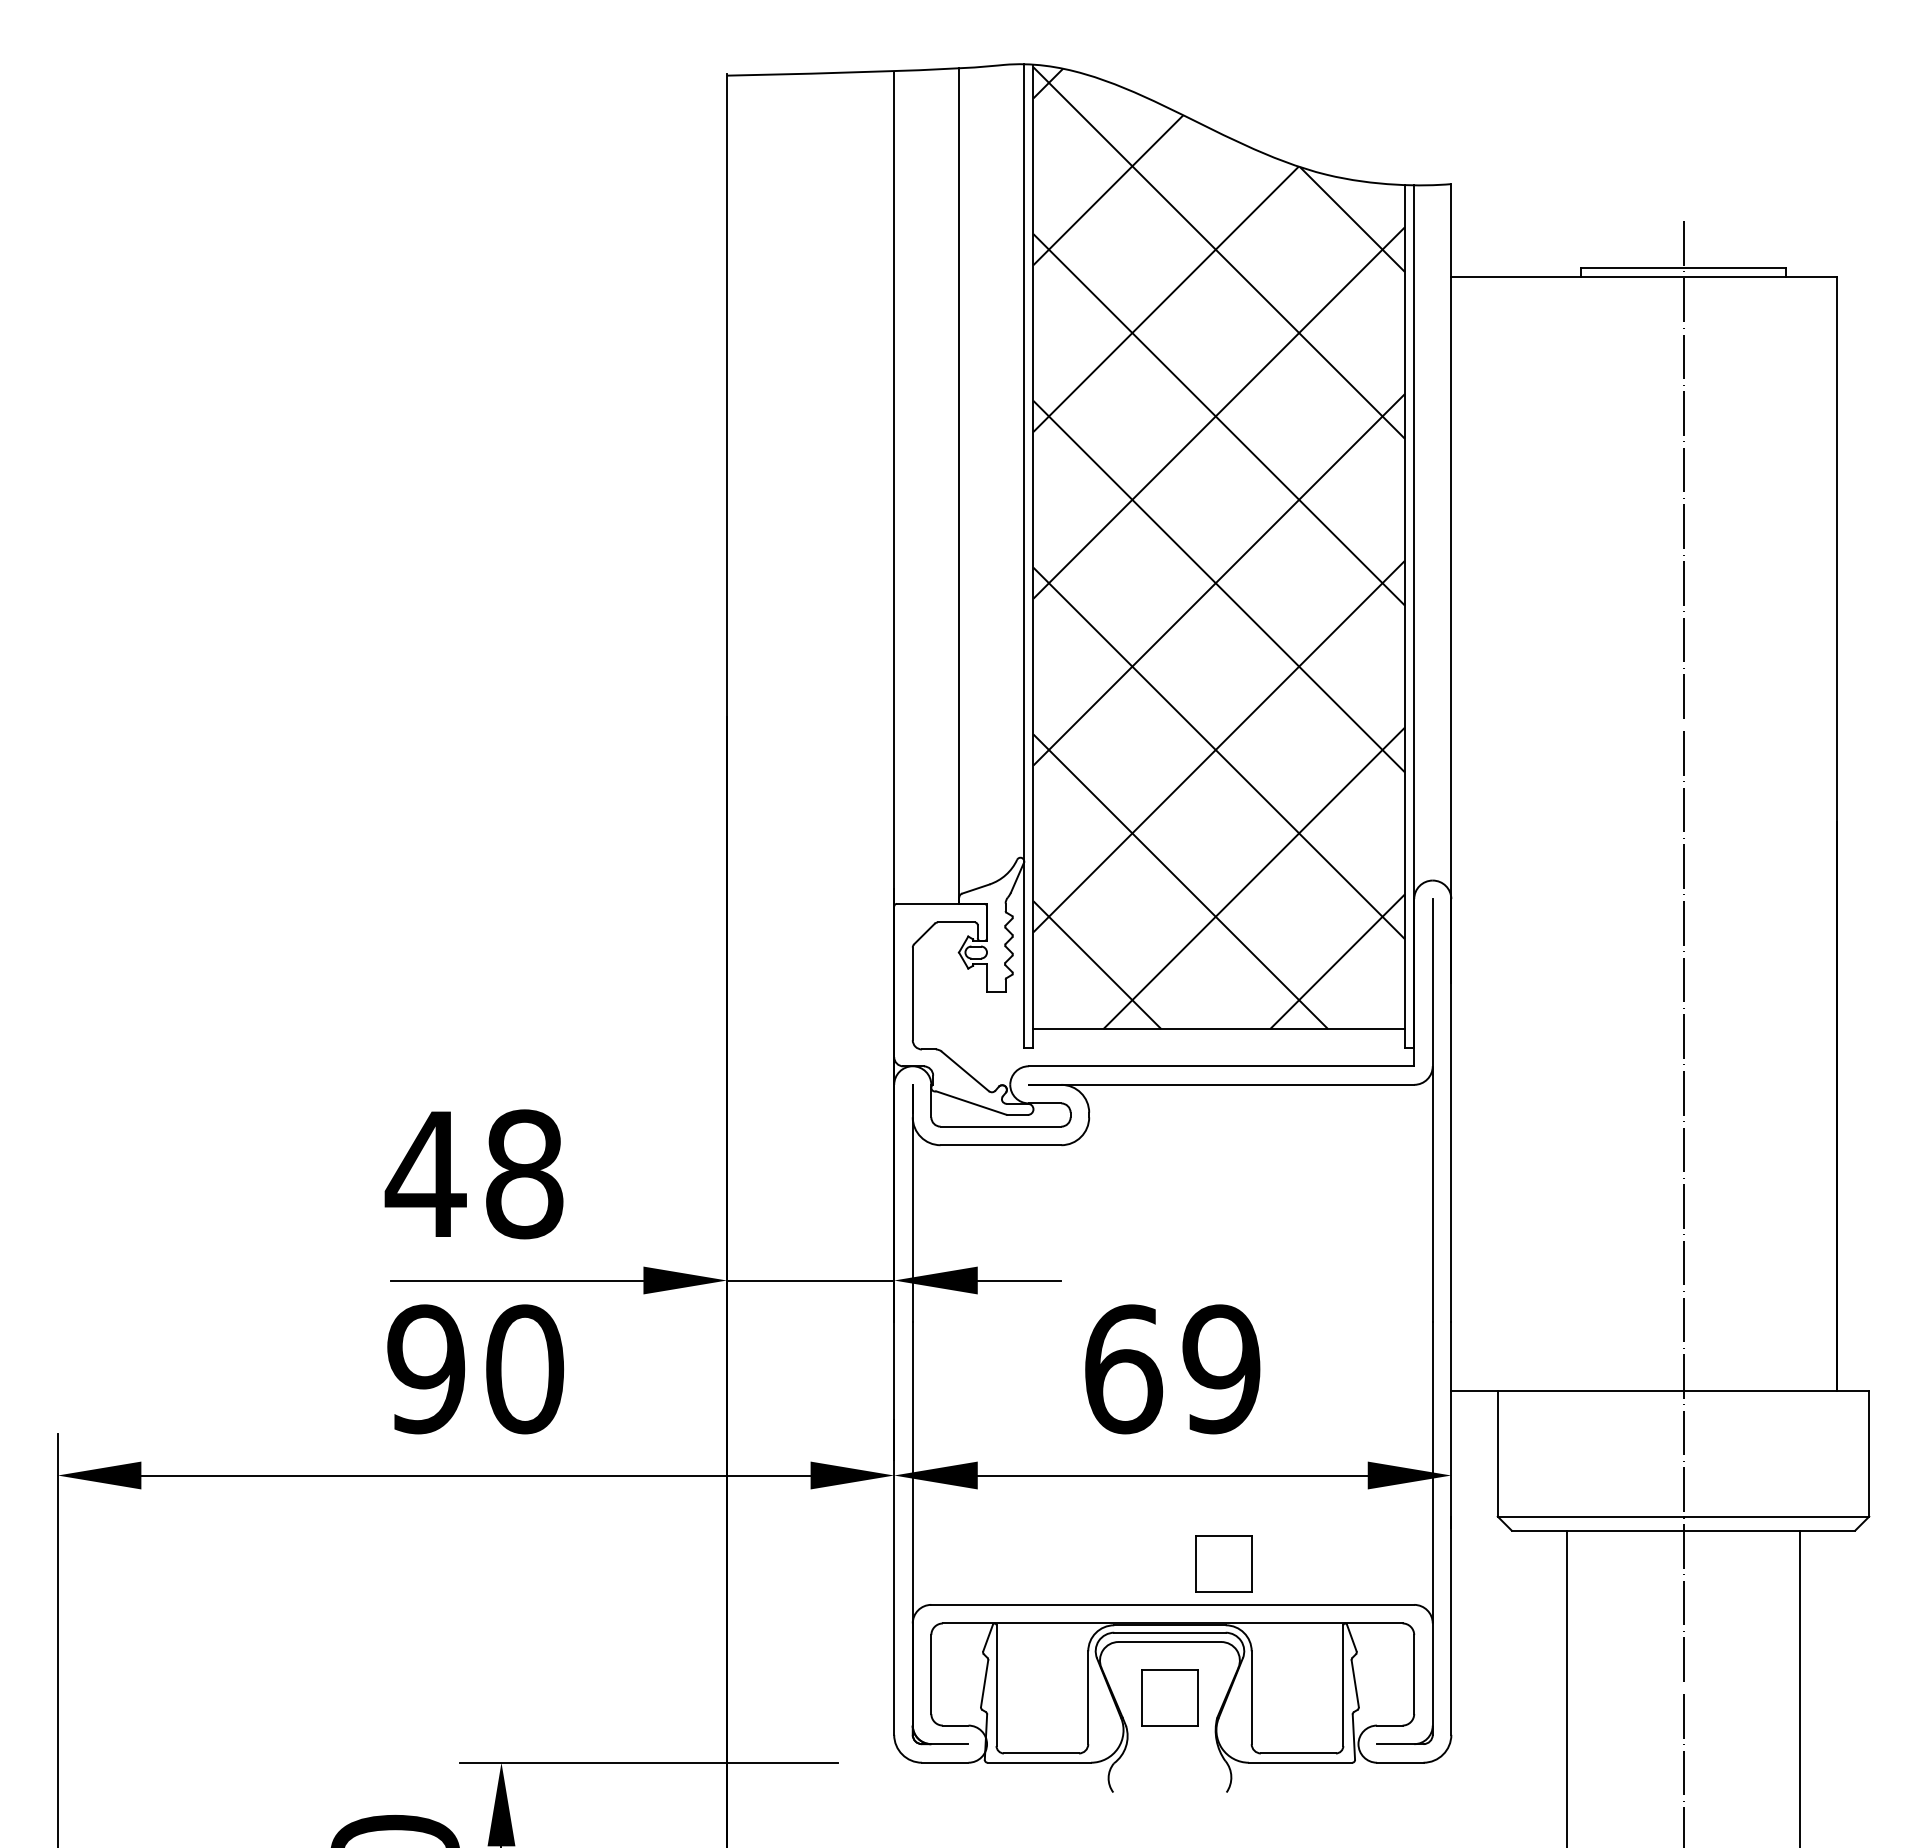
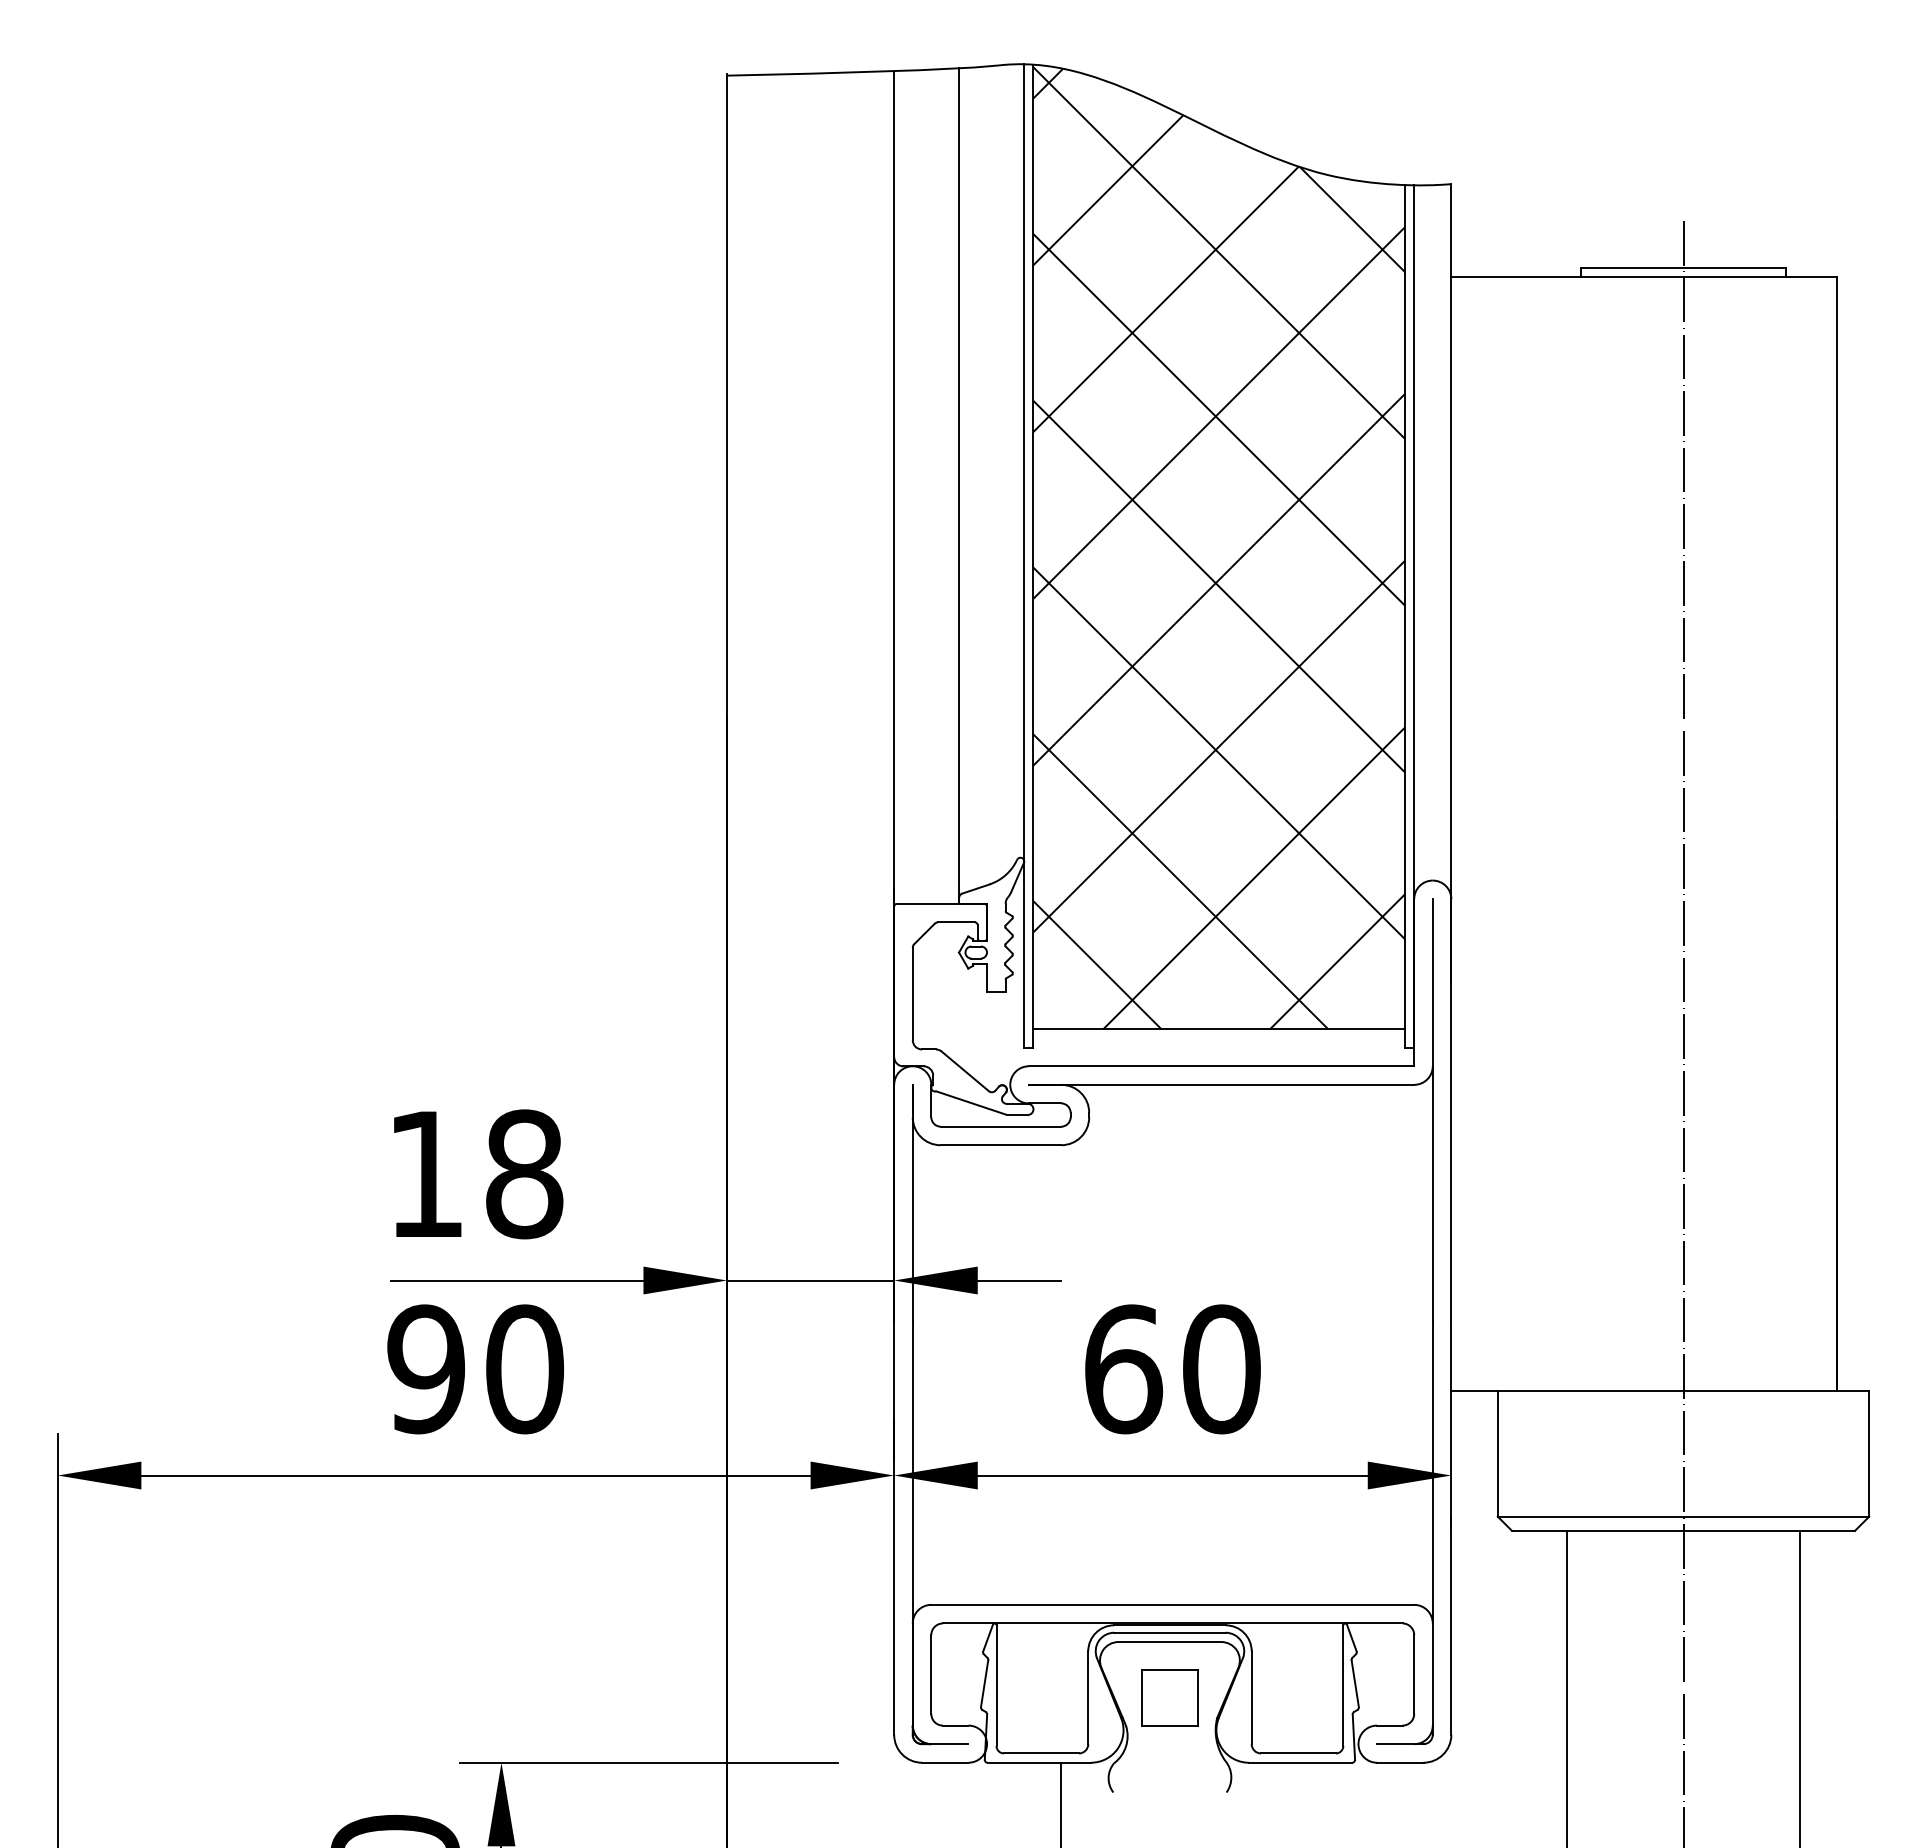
text at (425, 1173): 48 -> 18
text at (1221, 1369): 69 -> 60
part at (1223, 1563): present -> none
line at (1061, 1803): none -> present
